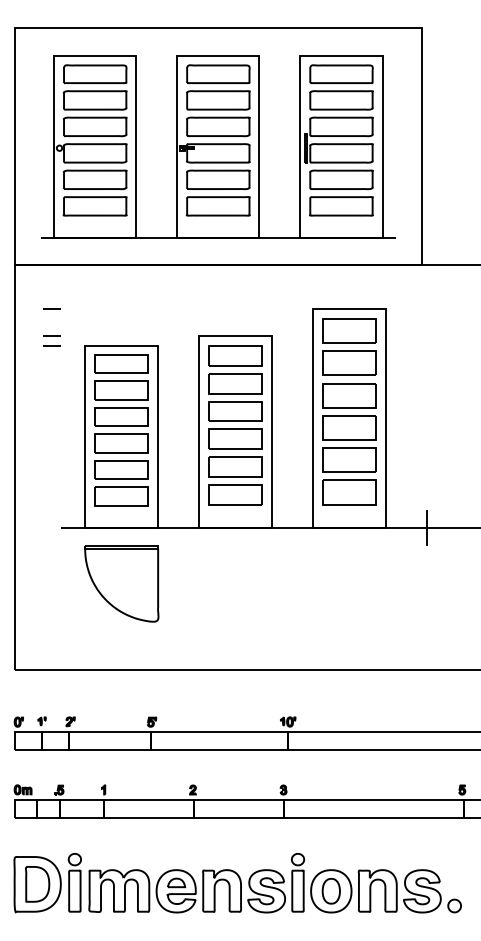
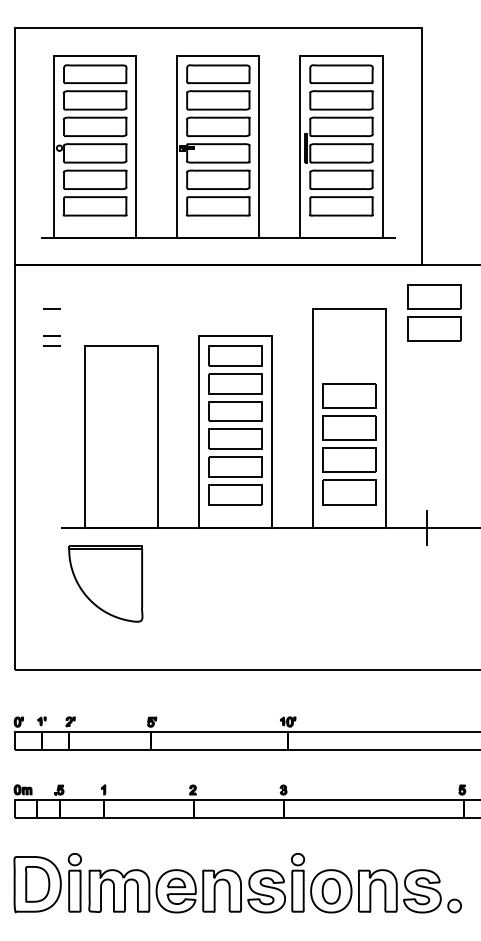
part at (349, 346) position: (349, 346) -> (434, 312)
part at (121, 430): present -> none
part at (121, 583) position: (121, 583) -> (105, 583)
